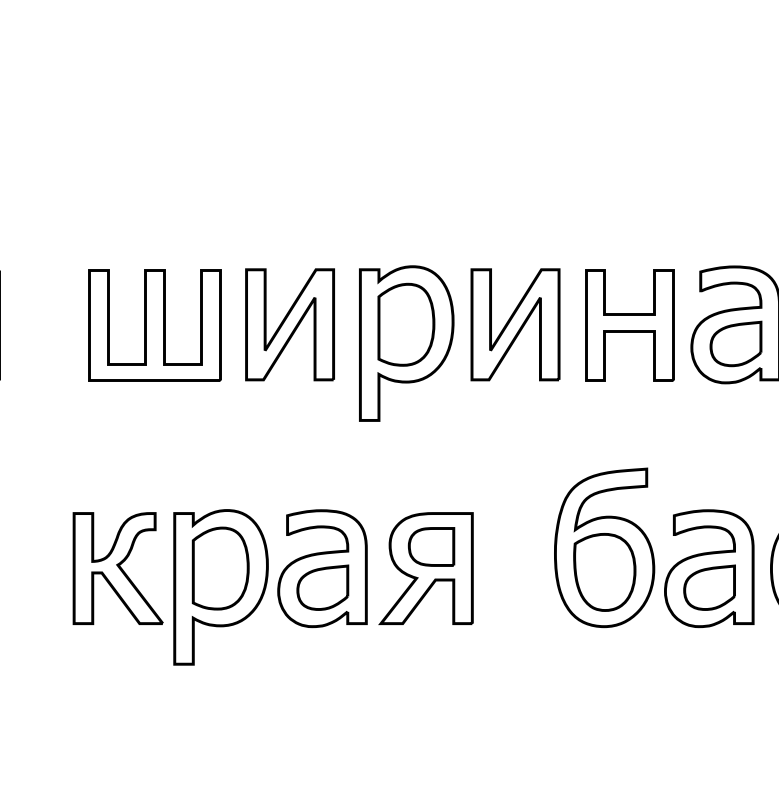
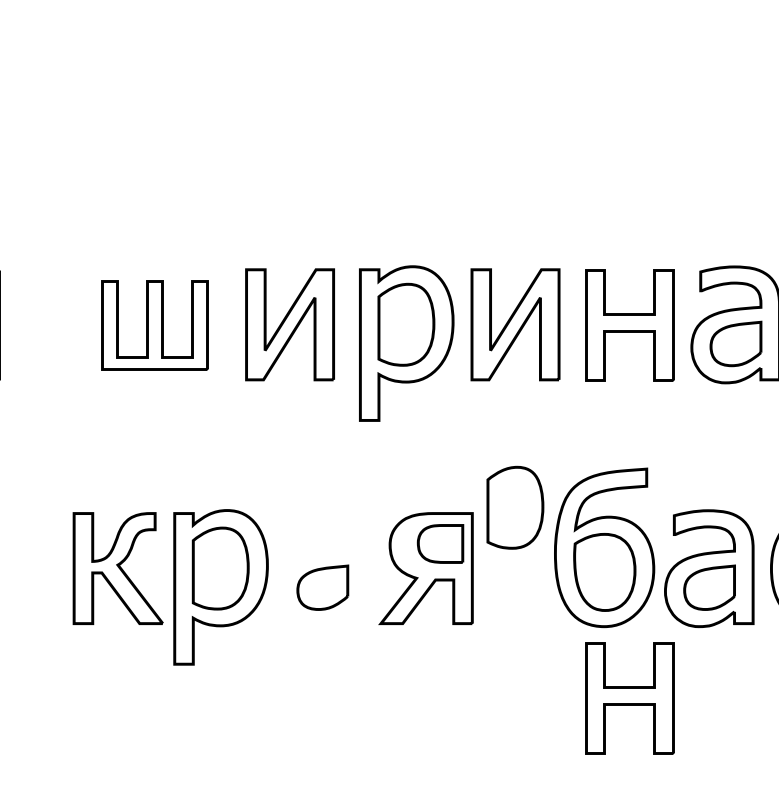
part at (154, 325) size: 134x113 px -> 108x91 px
part at (515, 507): none -> present
part at (431, 546) position: (431, 546) -> (440, 543)
part at (322, 568): present -> none
part at (629, 698): none -> present
